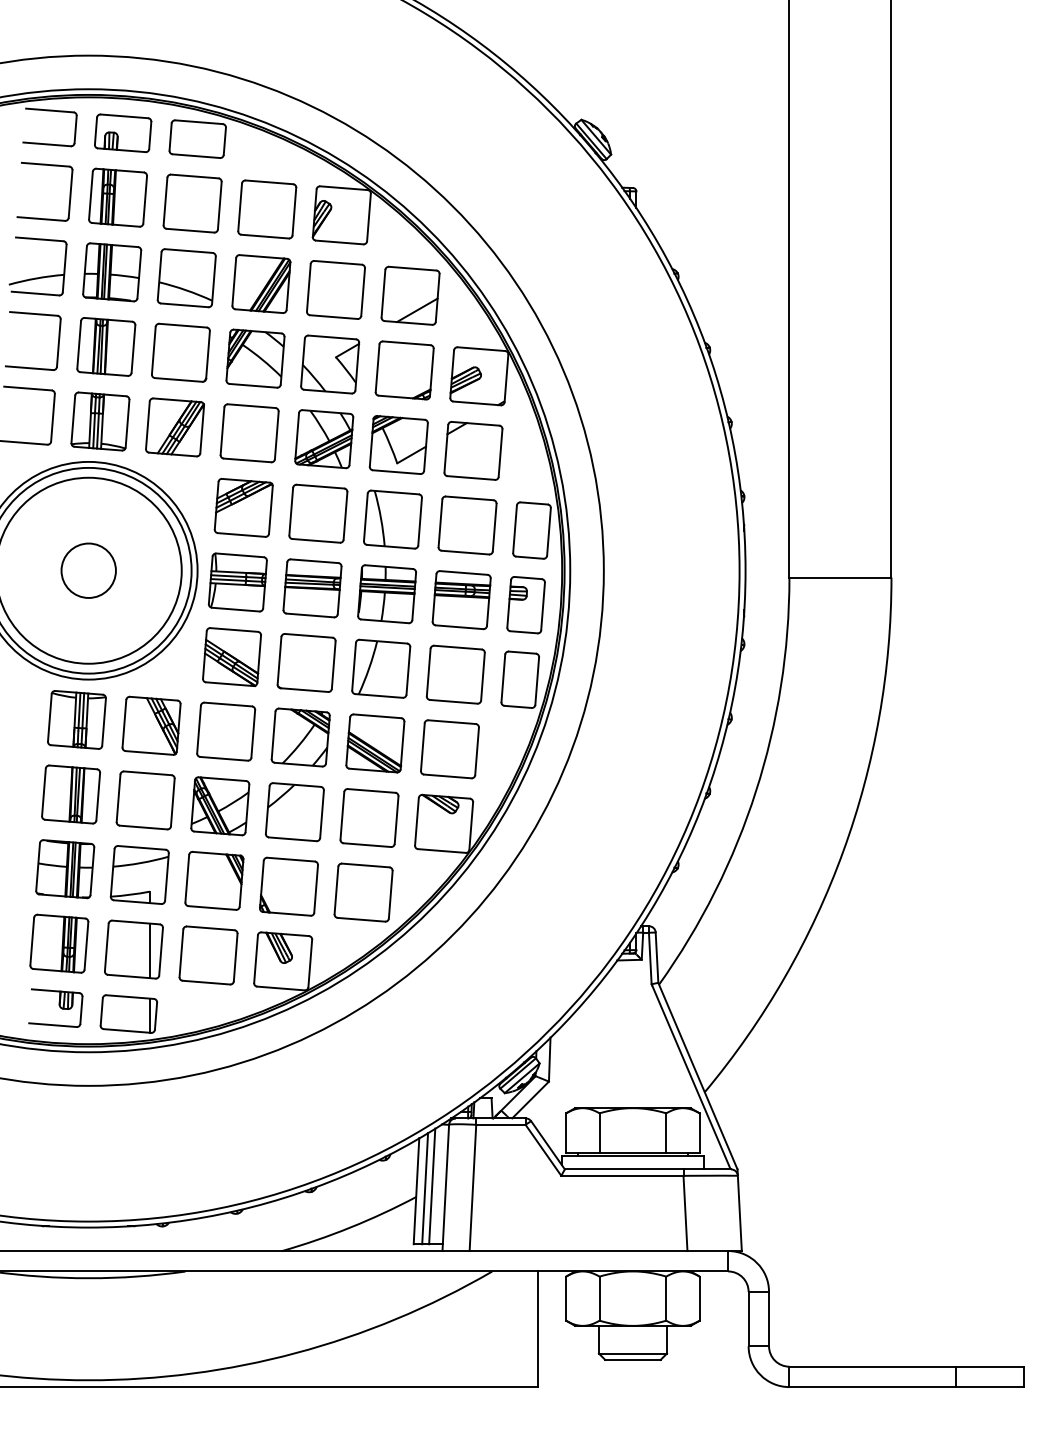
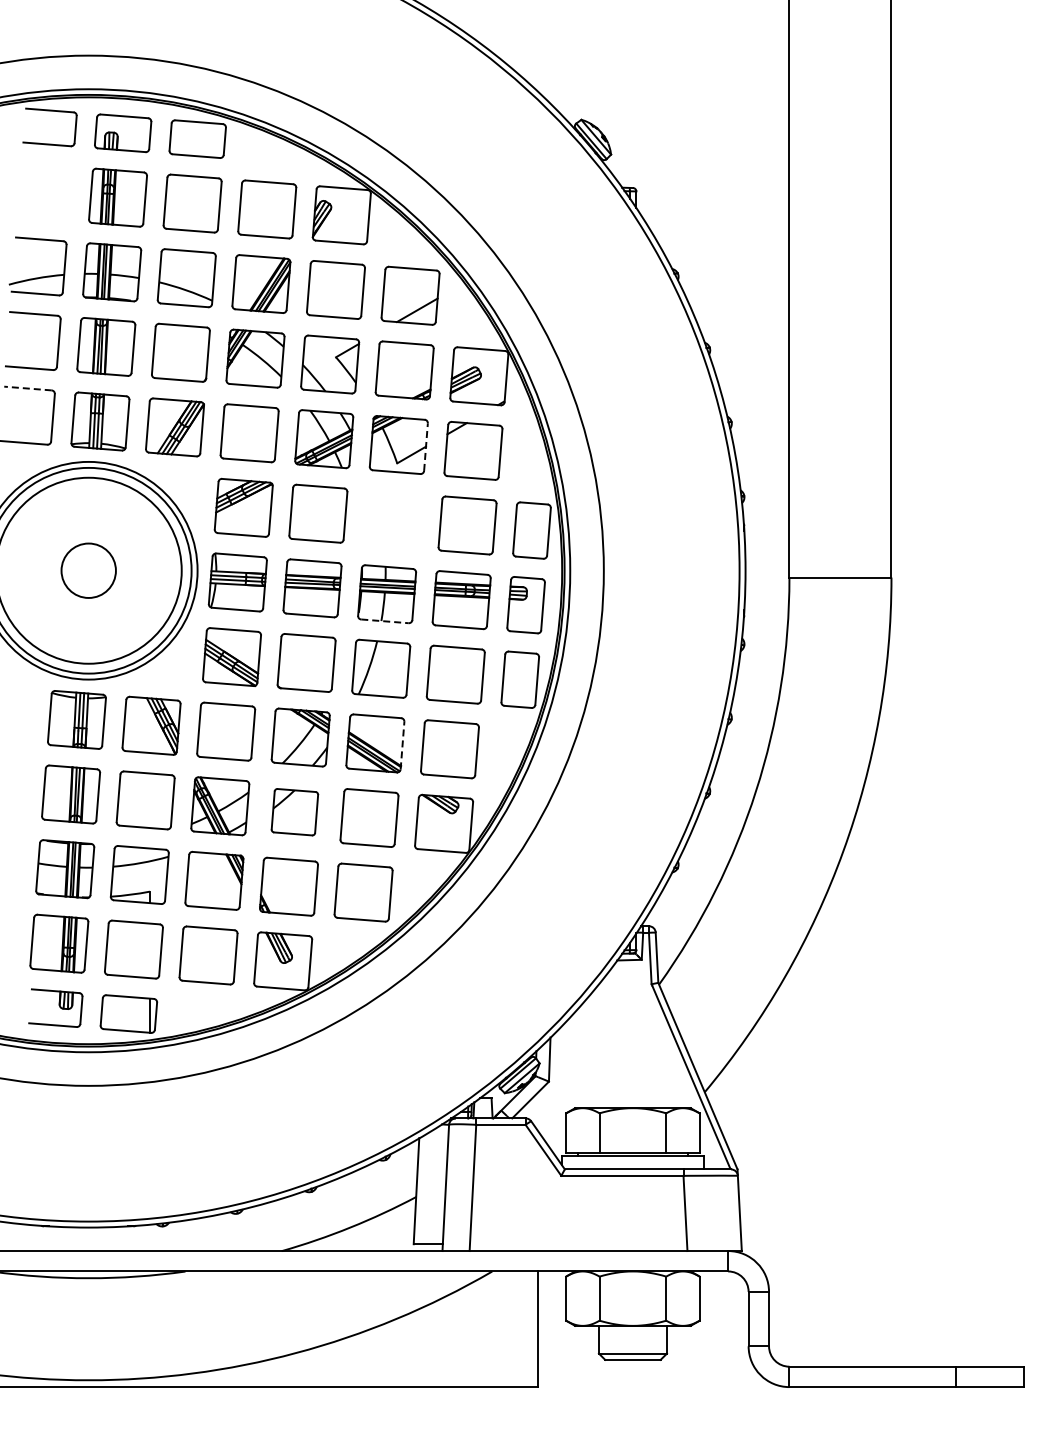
part at (69, 191): present -> none
line at (28, 388): solid -> dashed
line at (426, 447): solid -> dashed
part at (392, 519): present -> none
line at (384, 621): solid -> dashed
line at (402, 745): solid -> dashed
part at (294, 812) size: 60x61 px -> 50x49 px
line at (149, 950): present -> none
line at (432, 1186): present -> none
line at (425, 1188): present -> none
